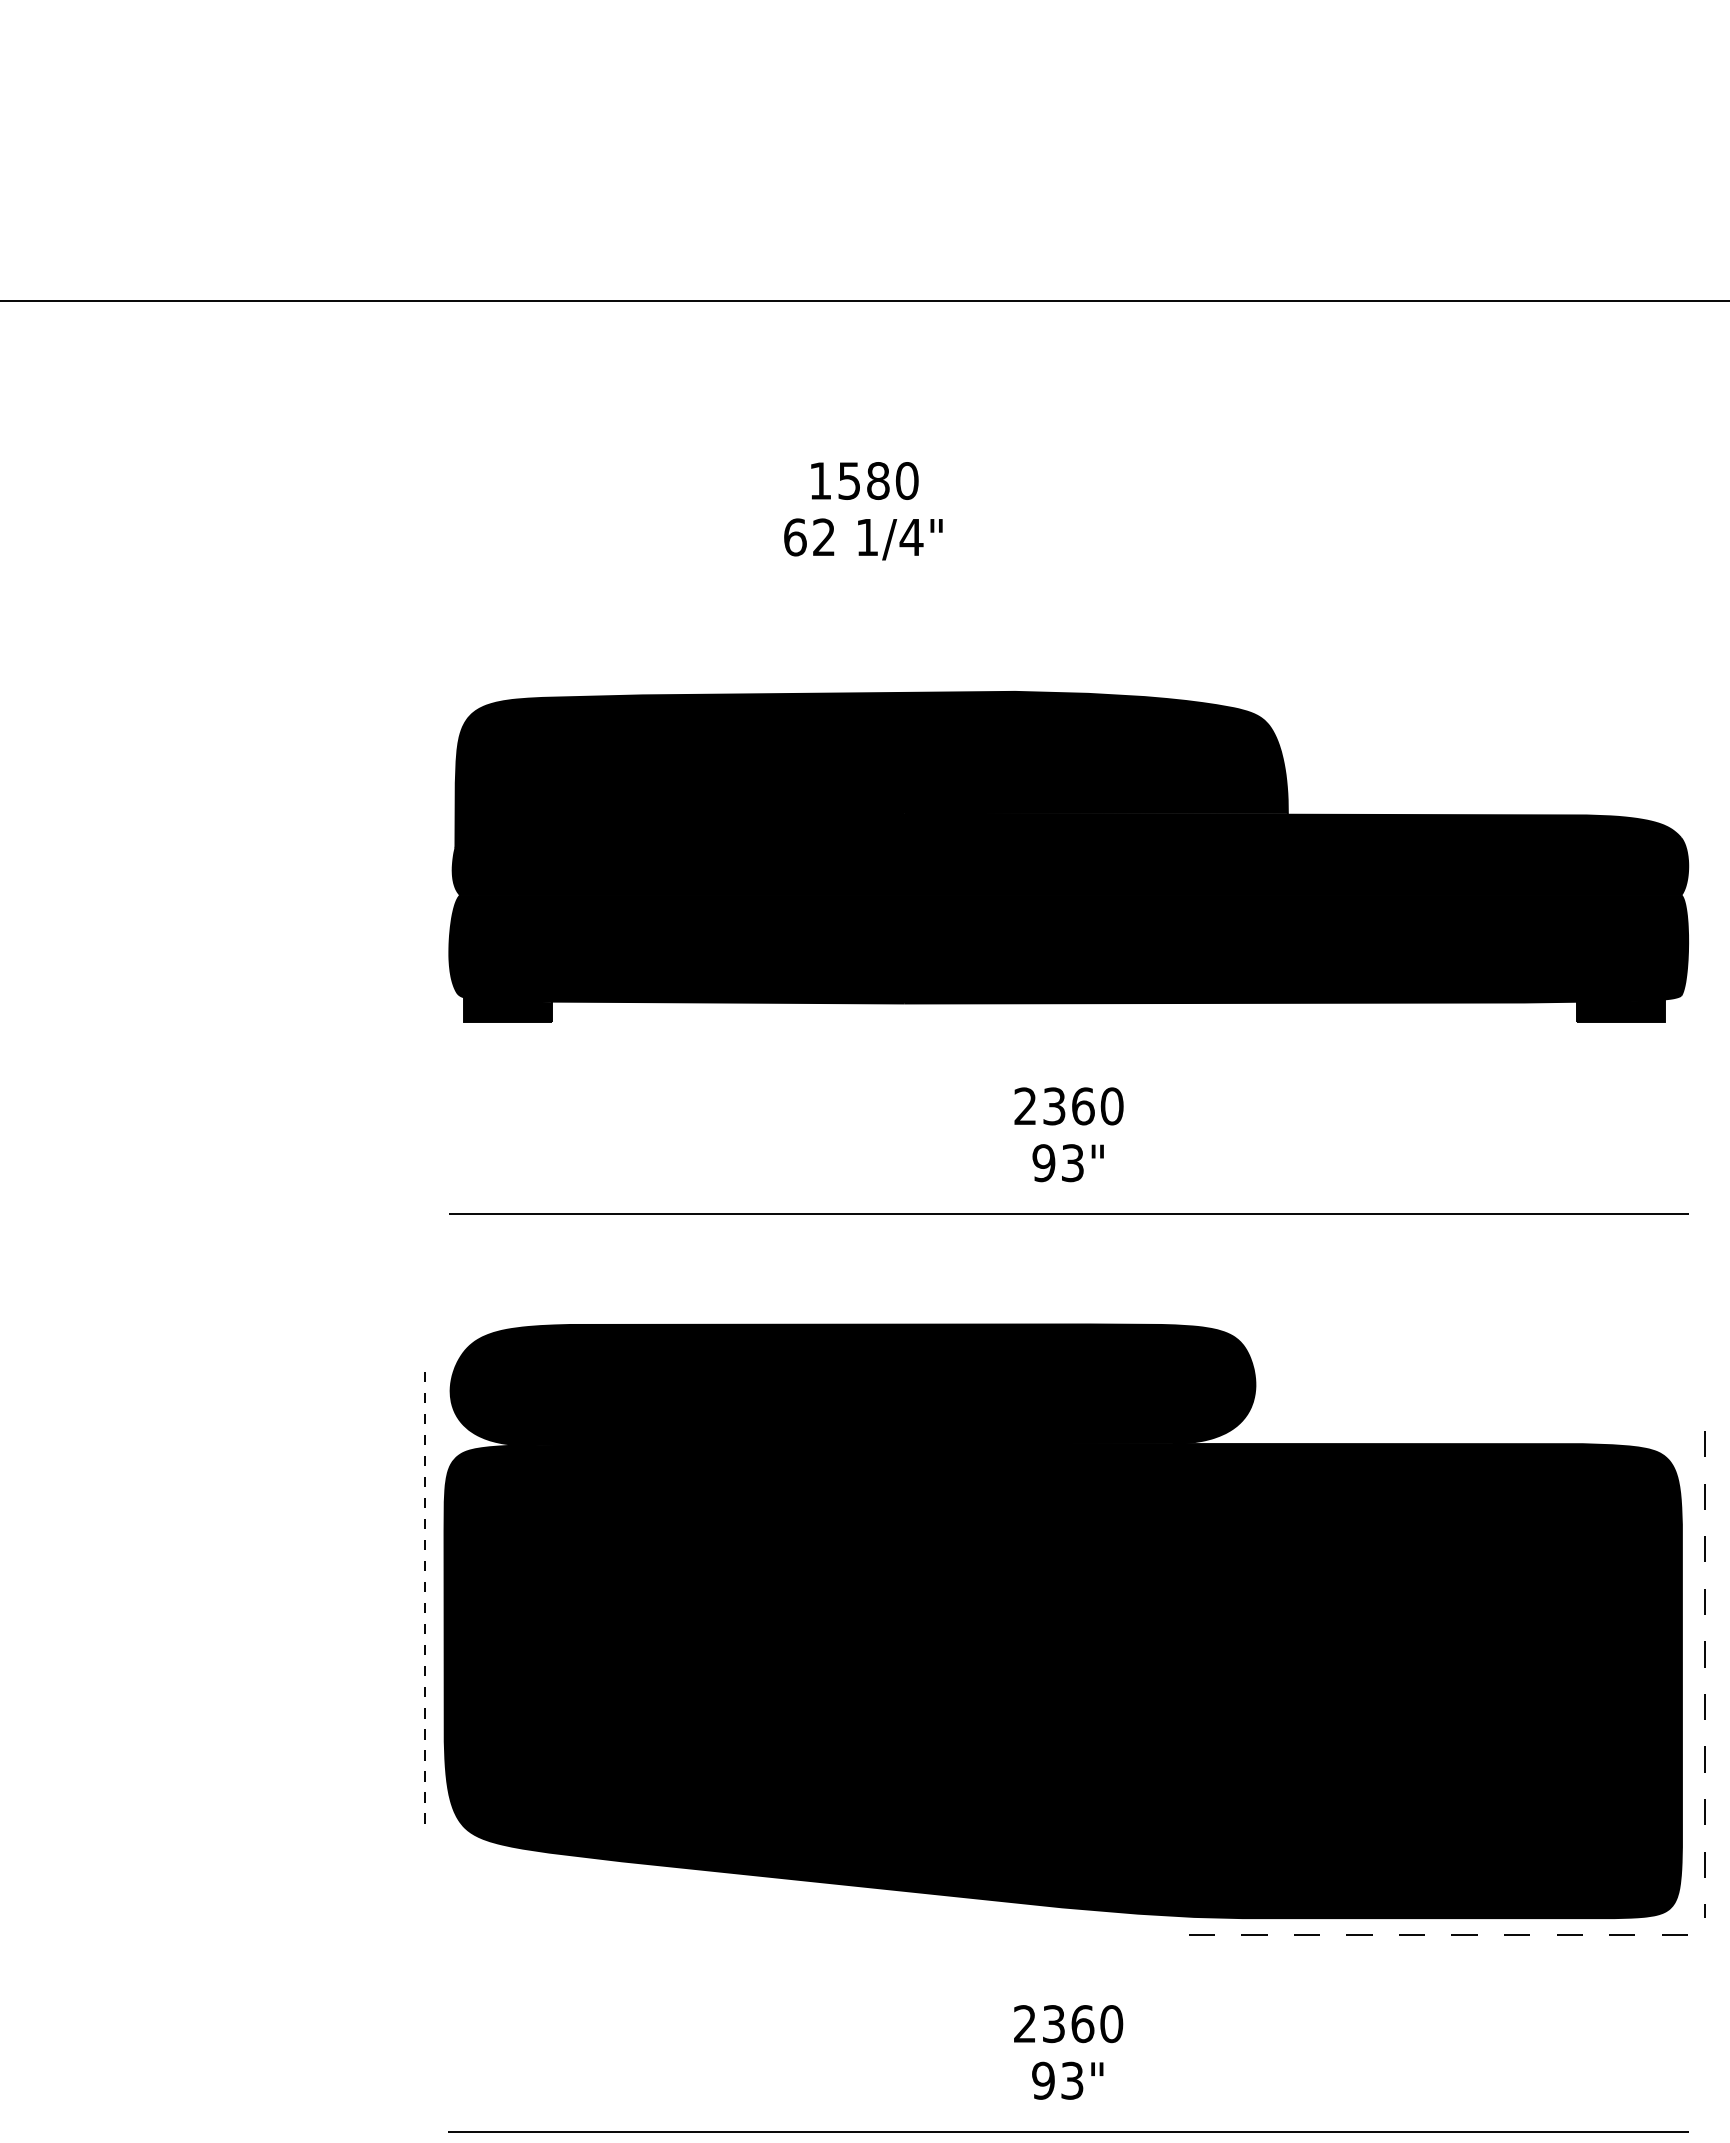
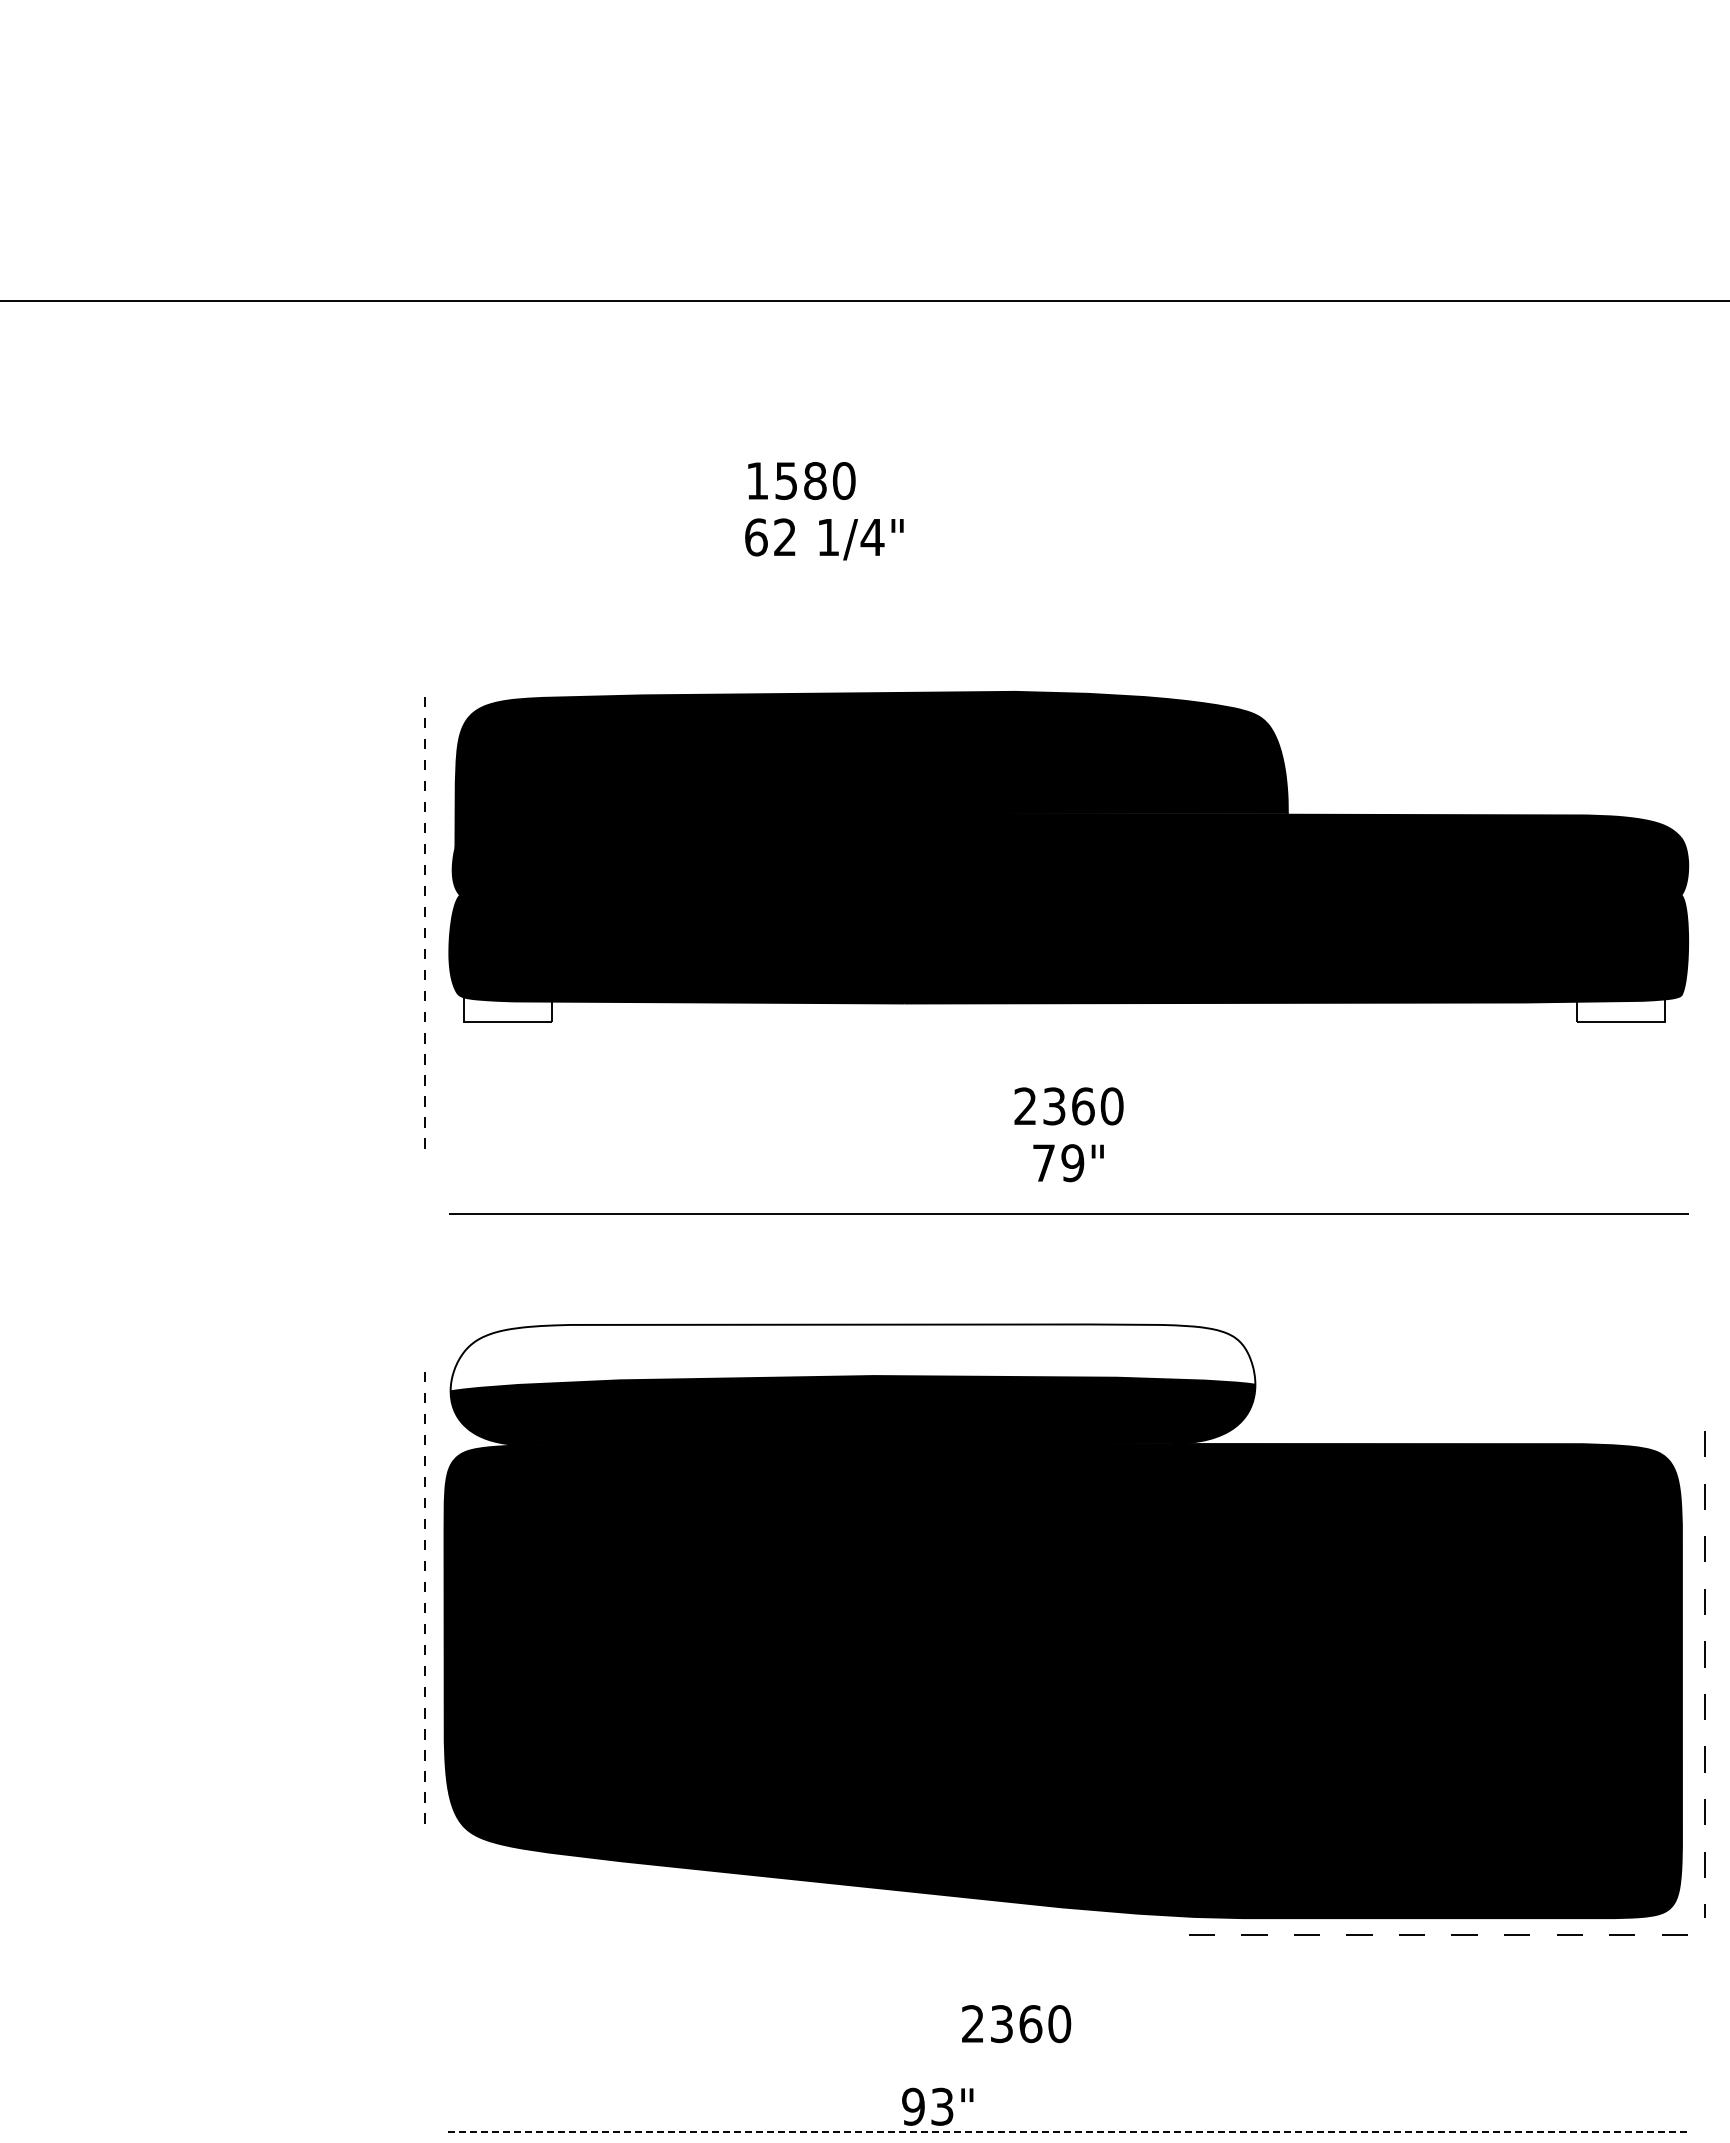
text at (864, 480) position: (864, 480) -> (801, 480)
text at (863, 539) position: (863, 539) -> (824, 539)
line at (424, 916): none -> present
fill at (508, 1009): present -> none
fill at (1620, 1010): present -> none
text at (1058, 1163): 93" -> 79"
fill at (852, 1357): present -> none
text at (1068, 2024) position: (1068, 2024) -> (1016, 2024)
text at (1067, 2080) position: (1067, 2080) -> (937, 2106)
line at (1068, 2131): solid -> dashed
